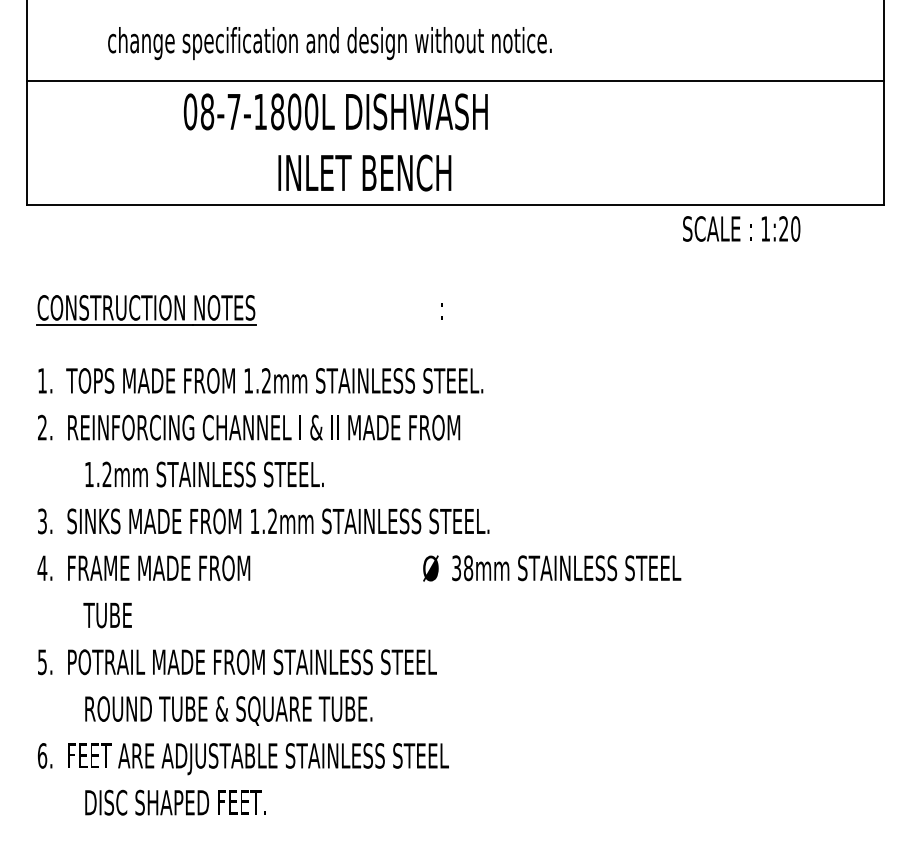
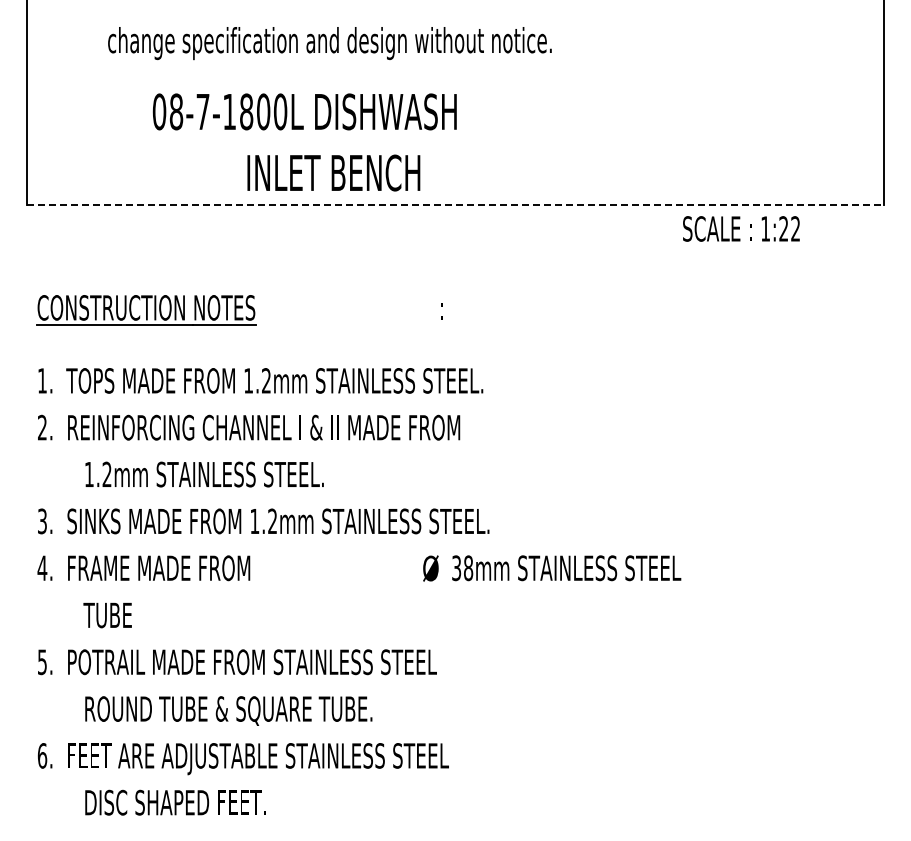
line at (455, 81): present -> none
text at (335, 142) position: (335, 142) -> (304, 142)
line at (455, 204): solid -> dashed
text at (795, 228): 1:20 -> 1:22
